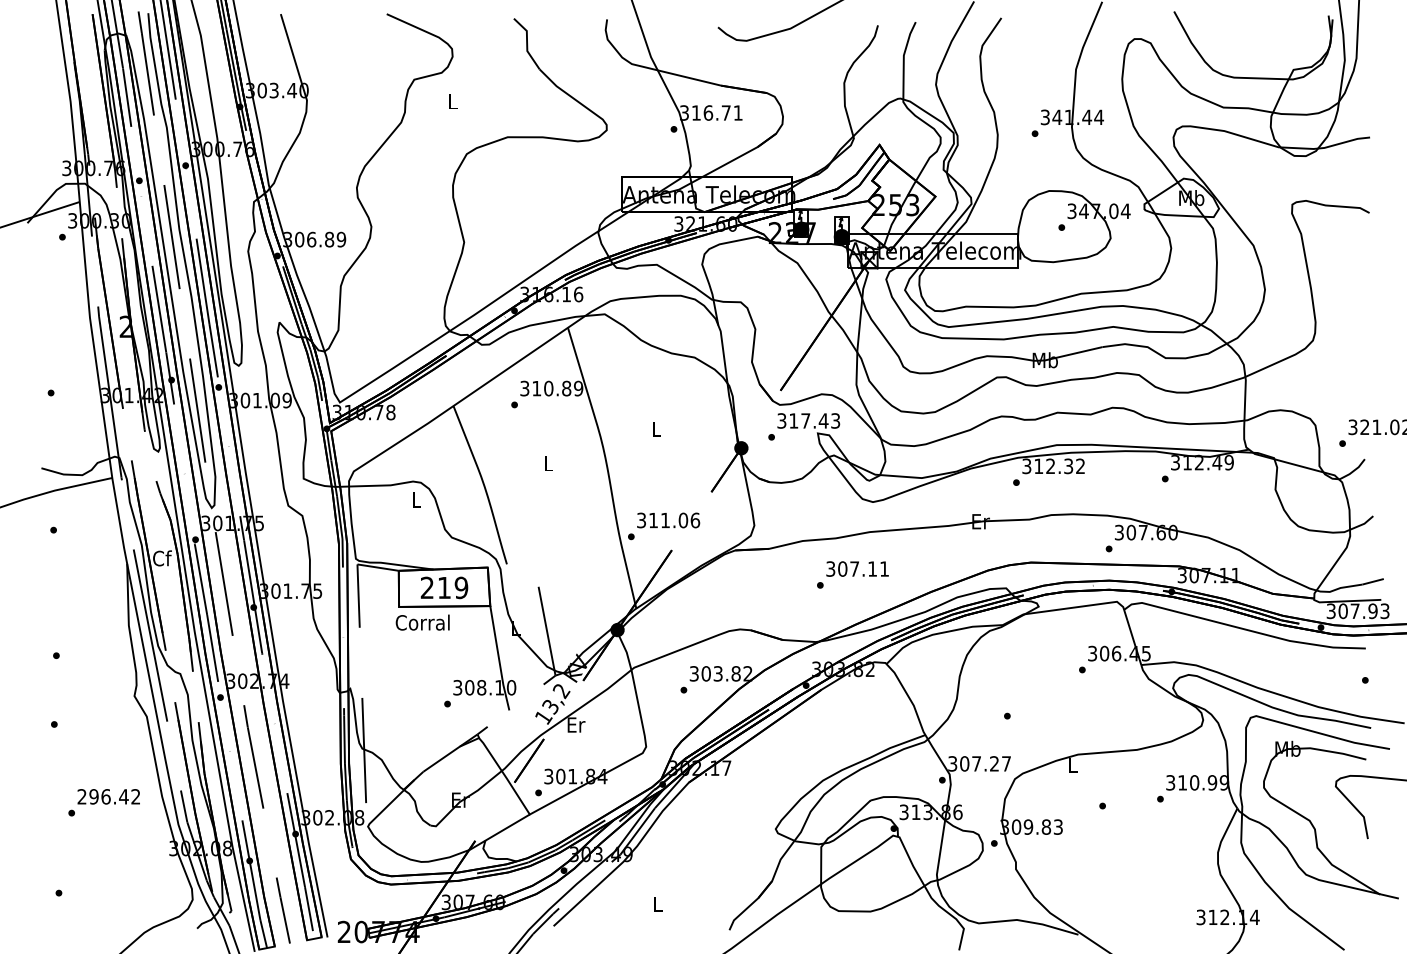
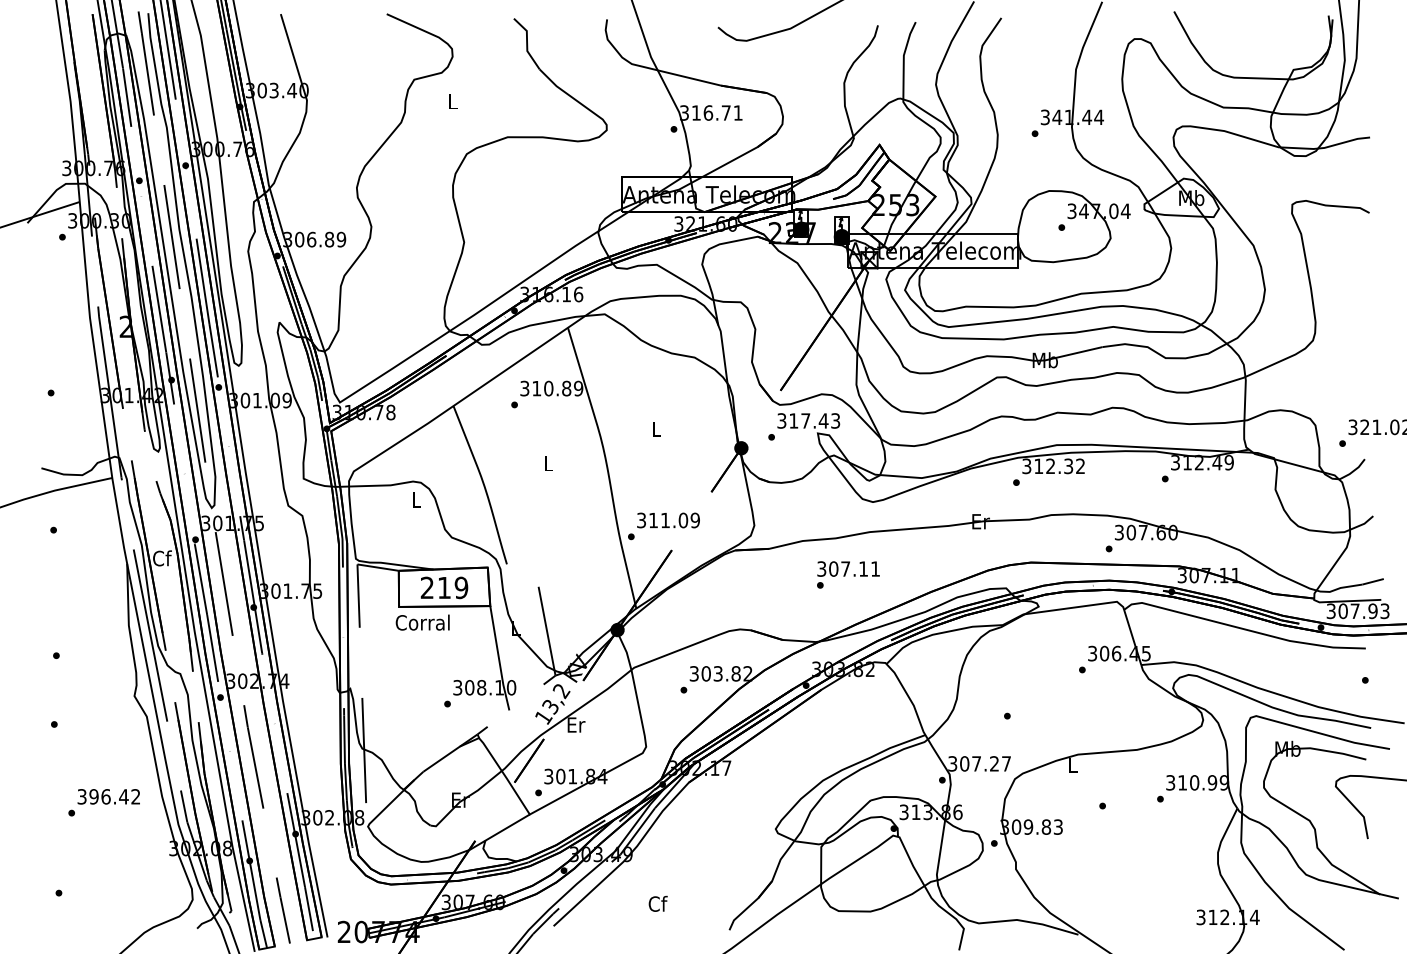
text at (695, 520): 311.06 -> 311.09
text at (857, 568) position: (857, 568) -> (848, 568)
text at (81, 796): 296.42 -> 396.42
text at (657, 903): L -> Cf
